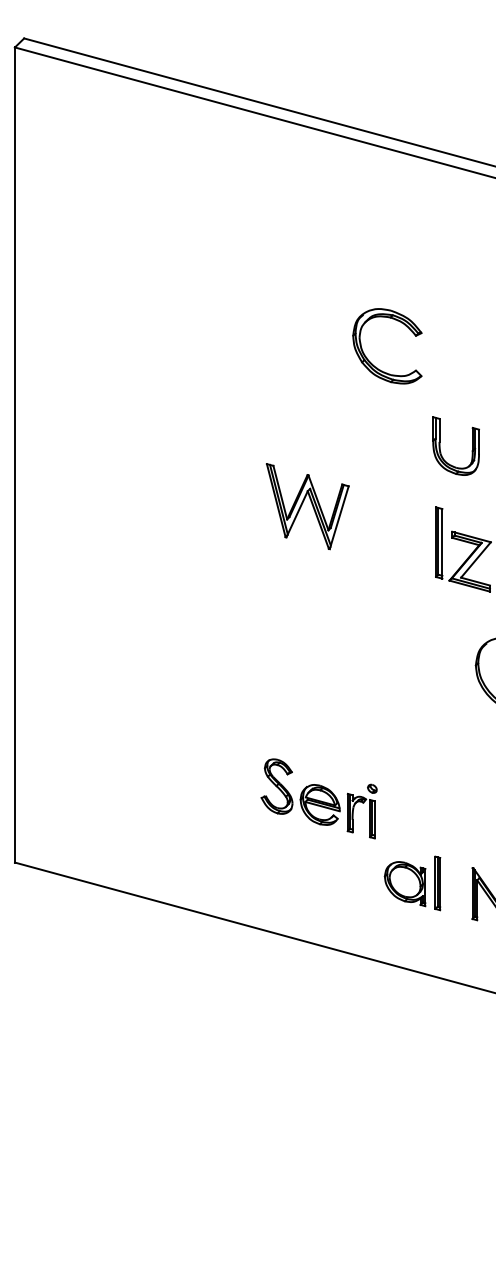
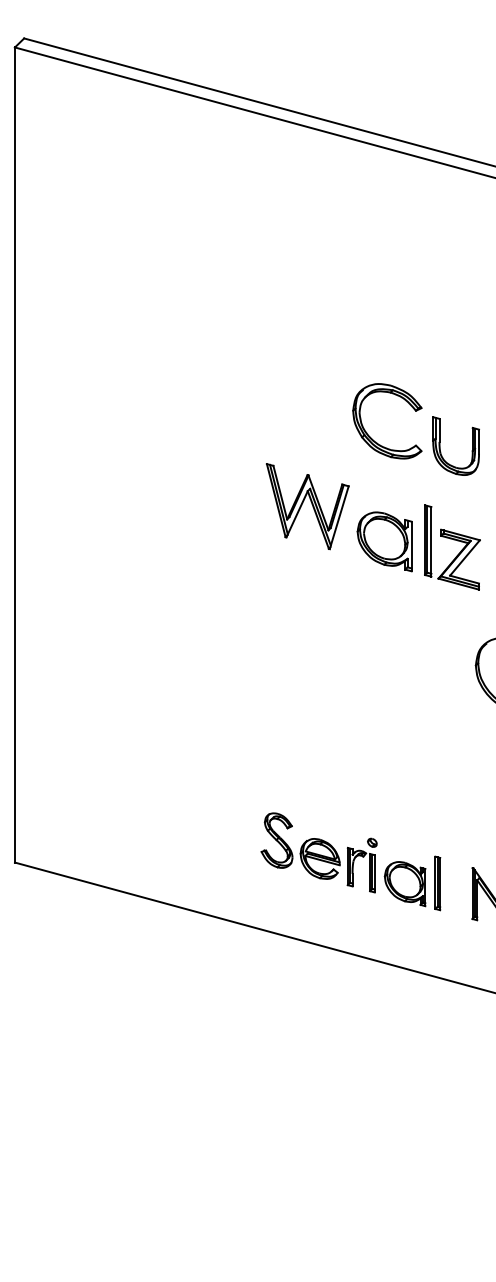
part at (371, 362) position: (371, 362) -> (371, 437)
part at (384, 541): none -> present
part at (464, 542) position: (464, 542) -> (453, 540)
part at (318, 798) position: (318, 798) -> (318, 852)
